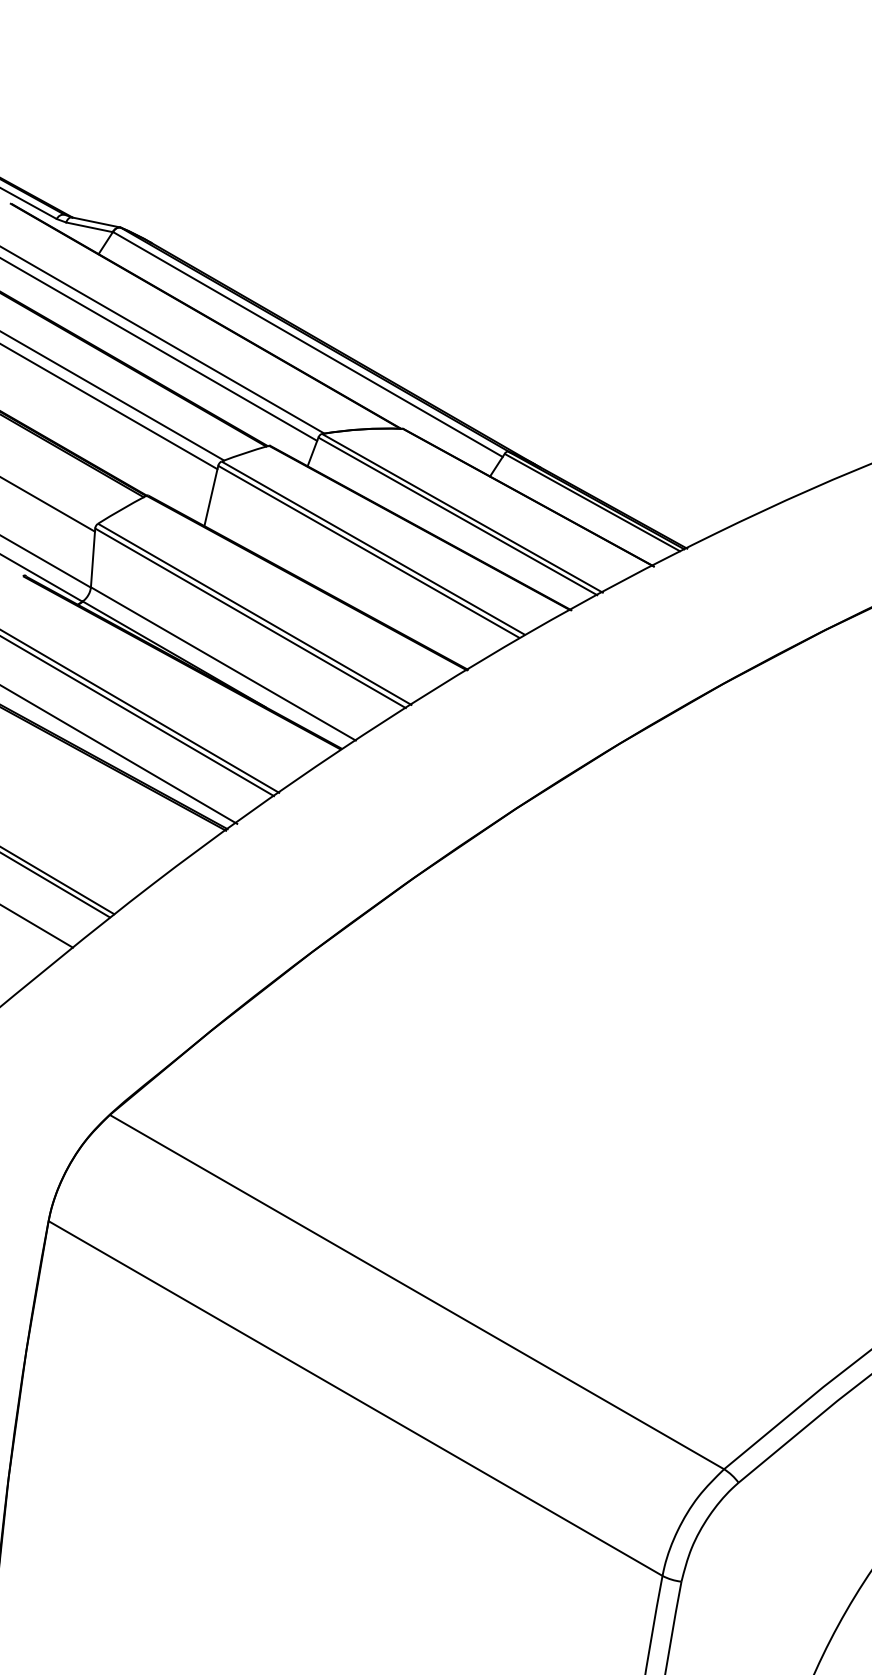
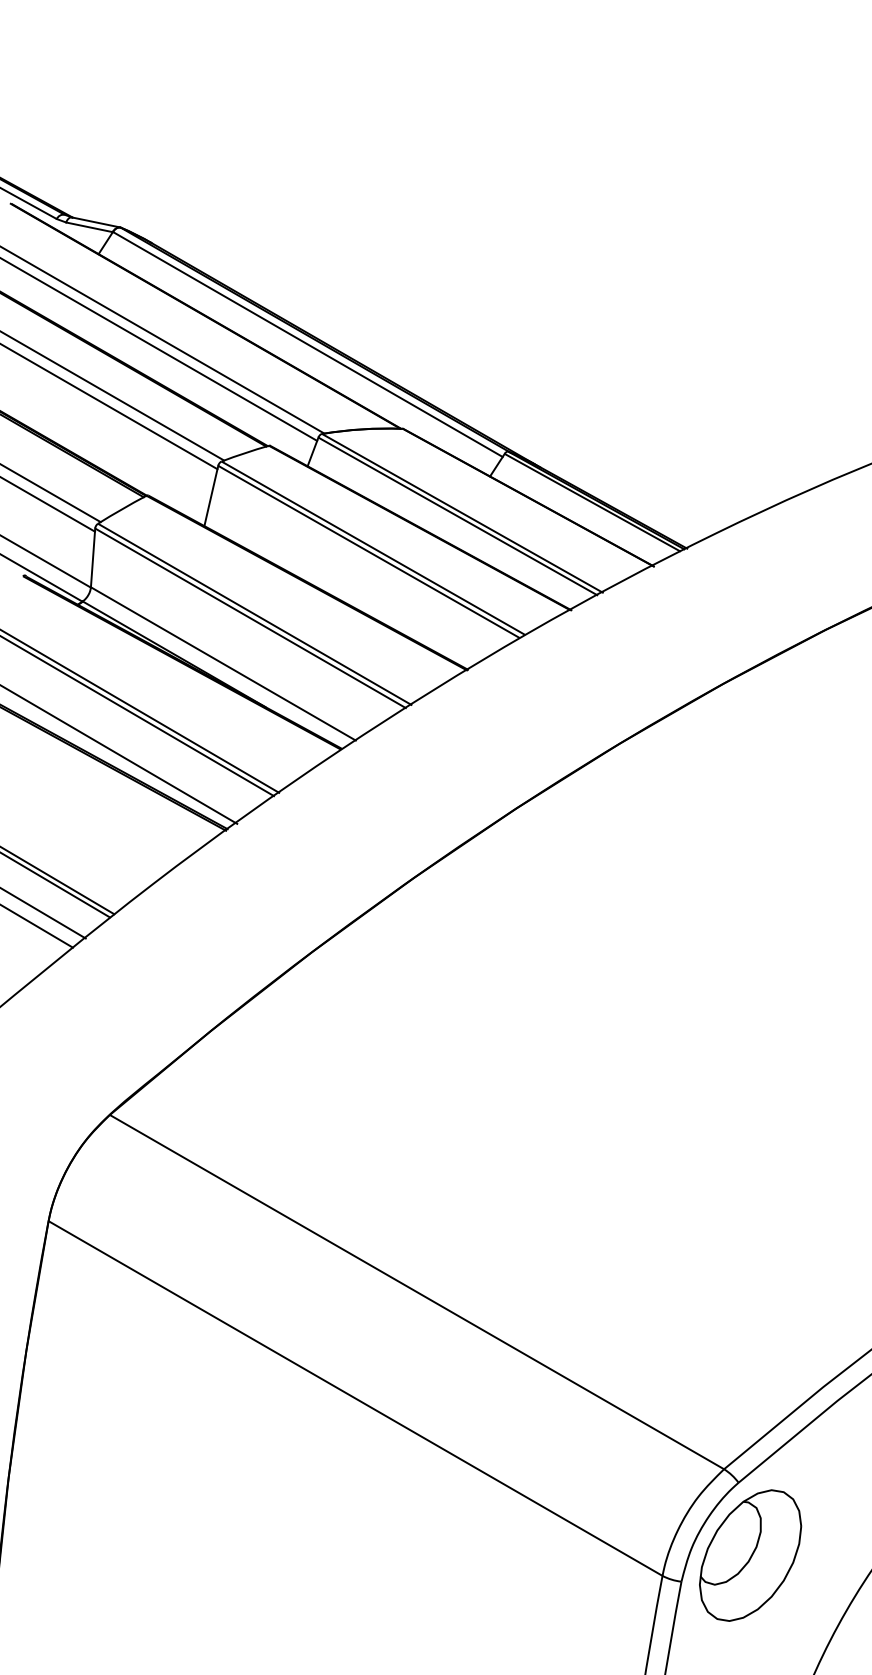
line at (51, 493): none -> present
line at (43, 913): none -> present
part at (750, 1555): none -> present
